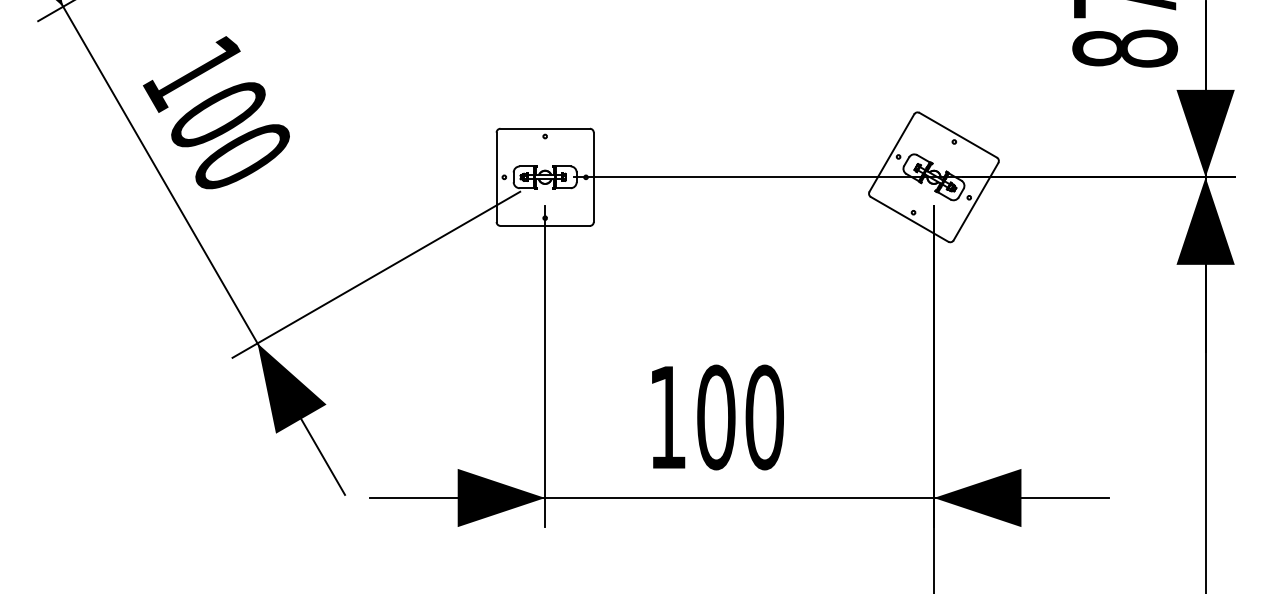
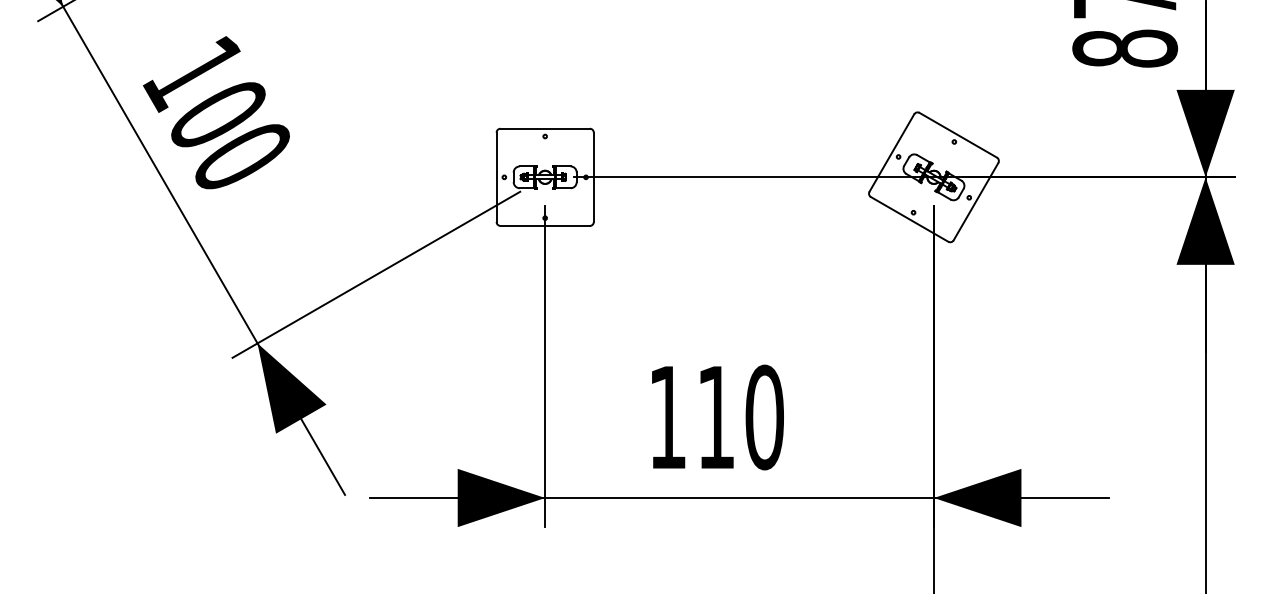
text at (716, 417): 100 -> 110
